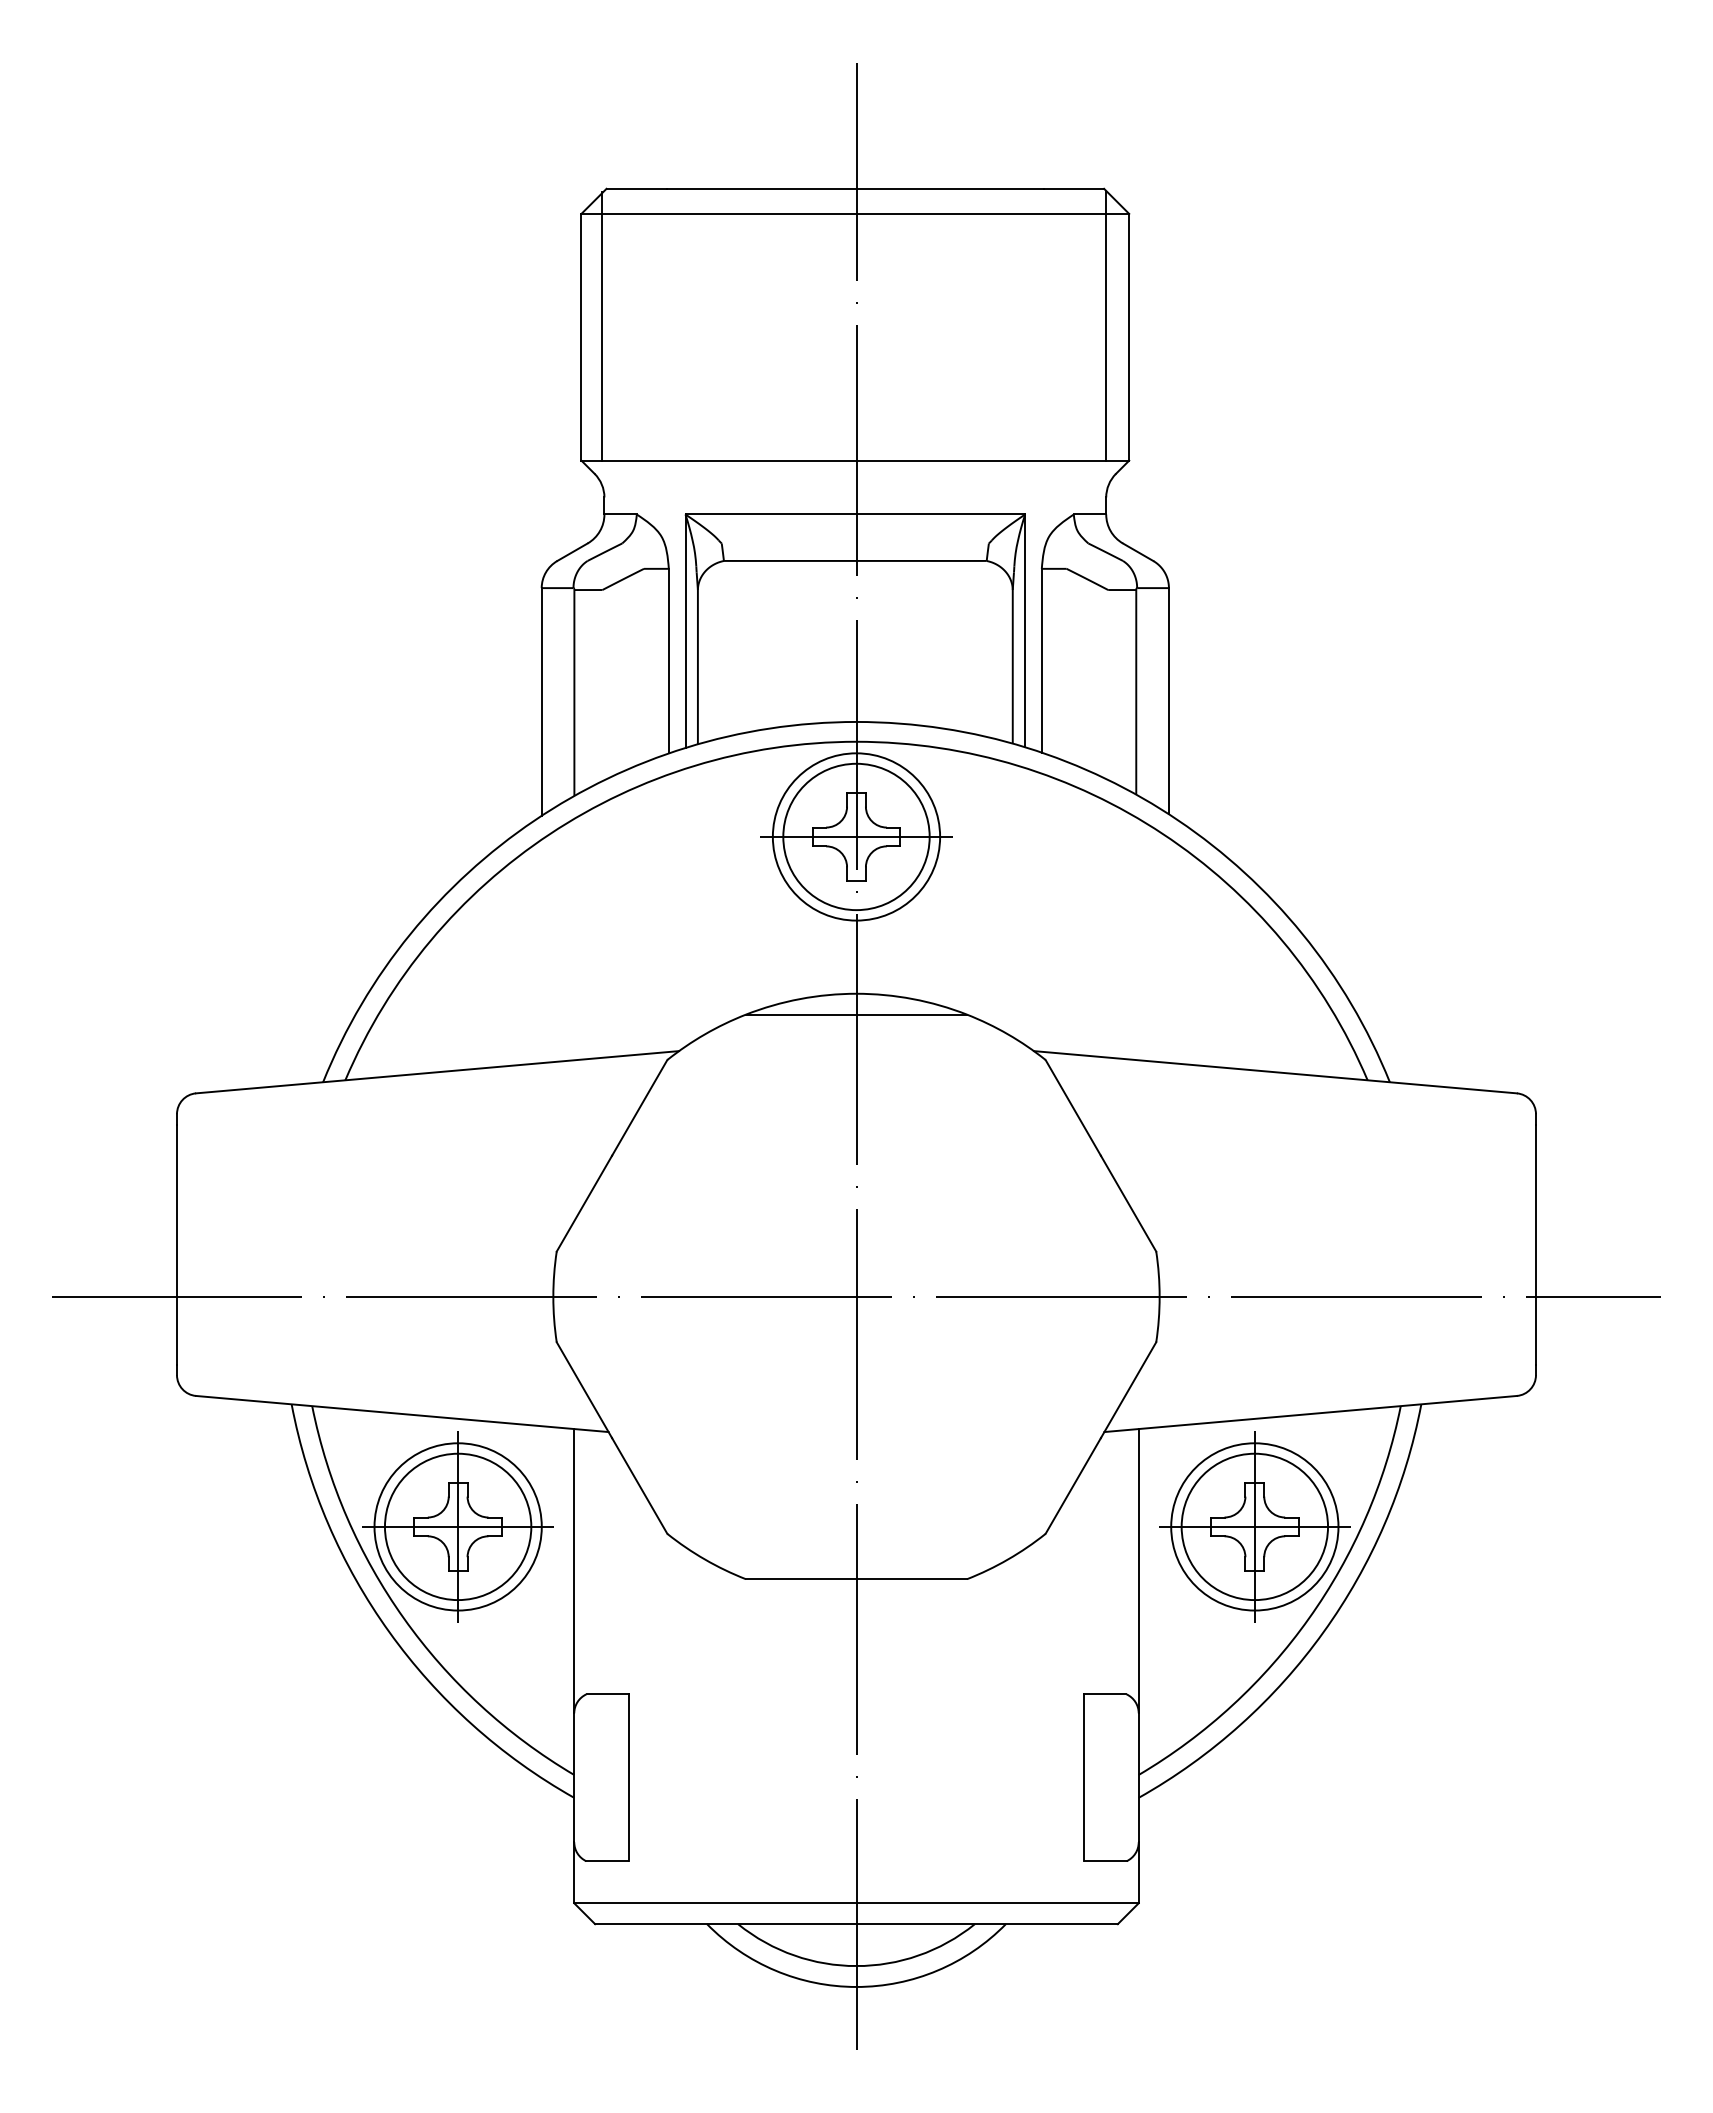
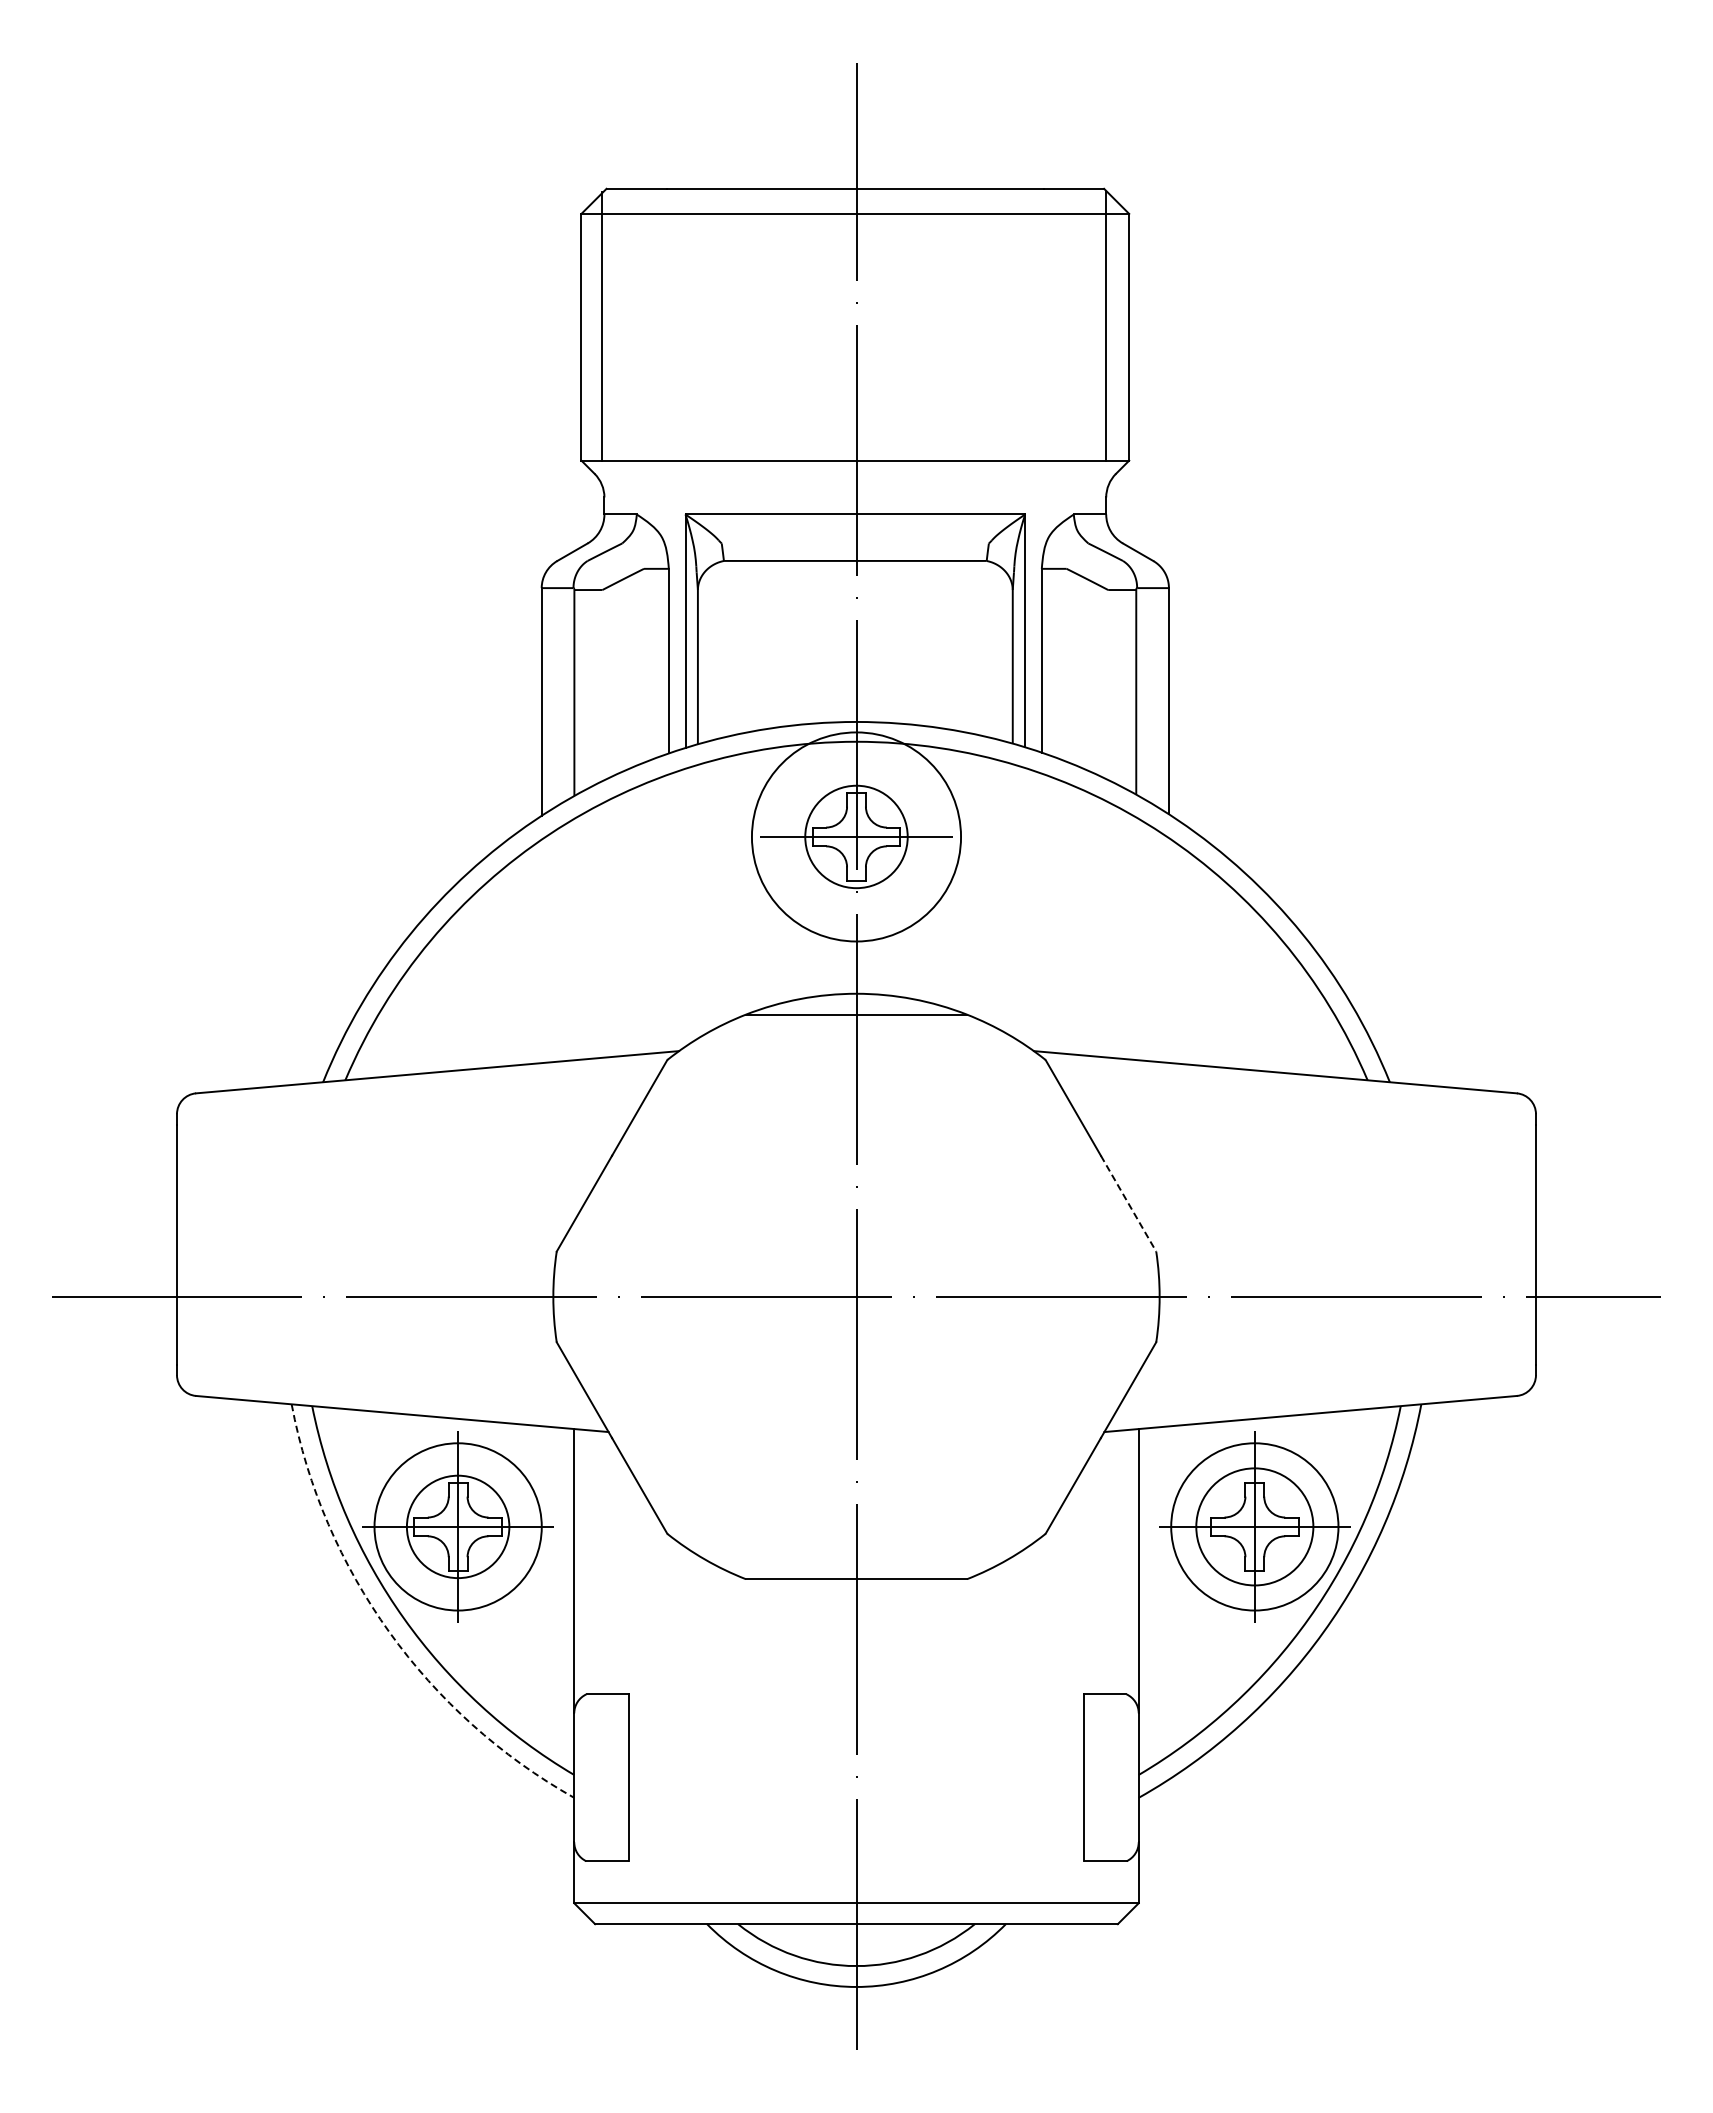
circle at (856, 836) diameter: 146 px -> 102 px
circle at (856, 836) diameter: 167 px -> 209 px
line at (1128, 1204): solid -> dashed
circle at (457, 1526) diameter: 146 px -> 102 px
circle at (1254, 1526) diameter: 146 px -> 117 px
arc at (389, 1632): solid -> dashed
